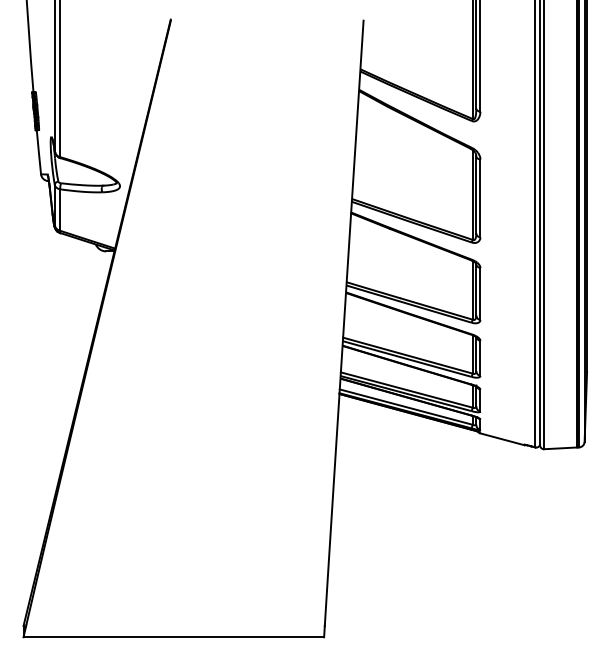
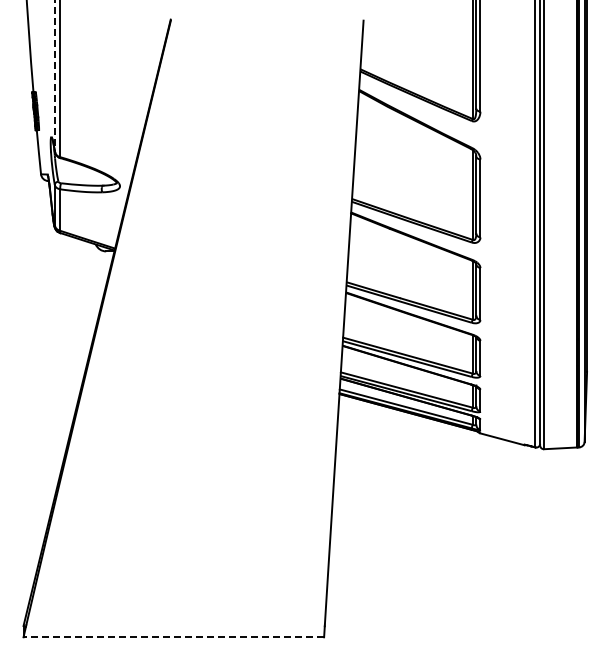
line at (54, 76): solid -> dashed
line at (173, 637): solid -> dashed
